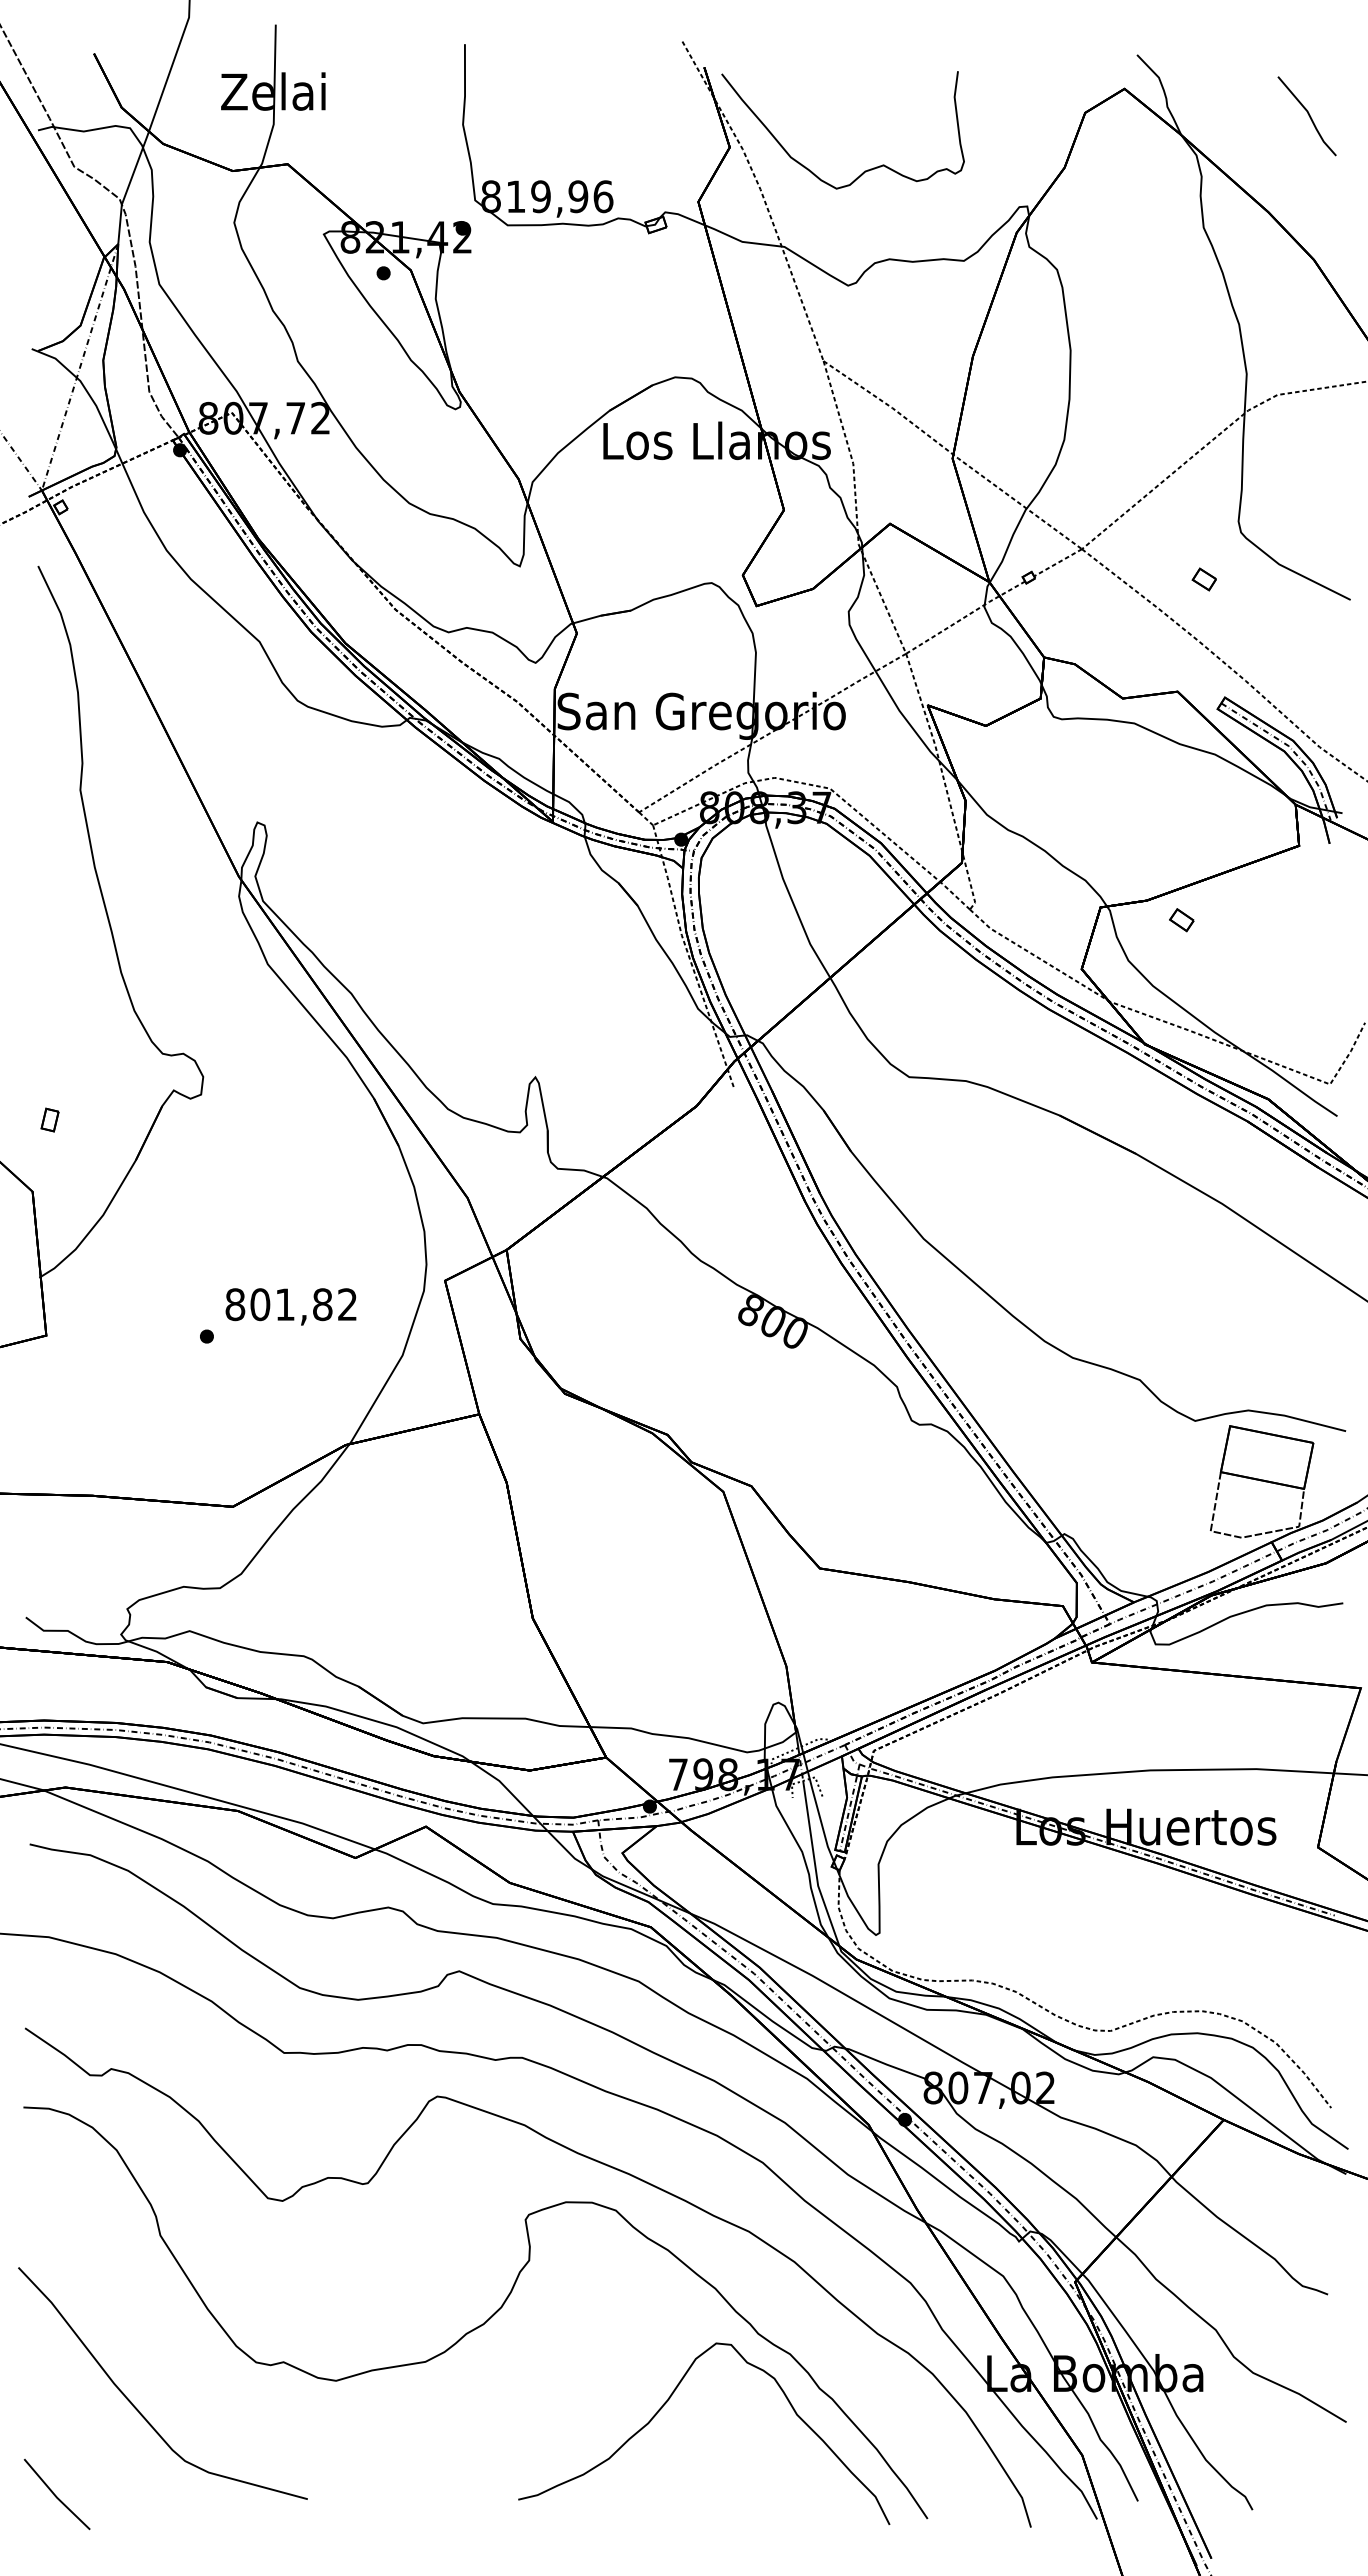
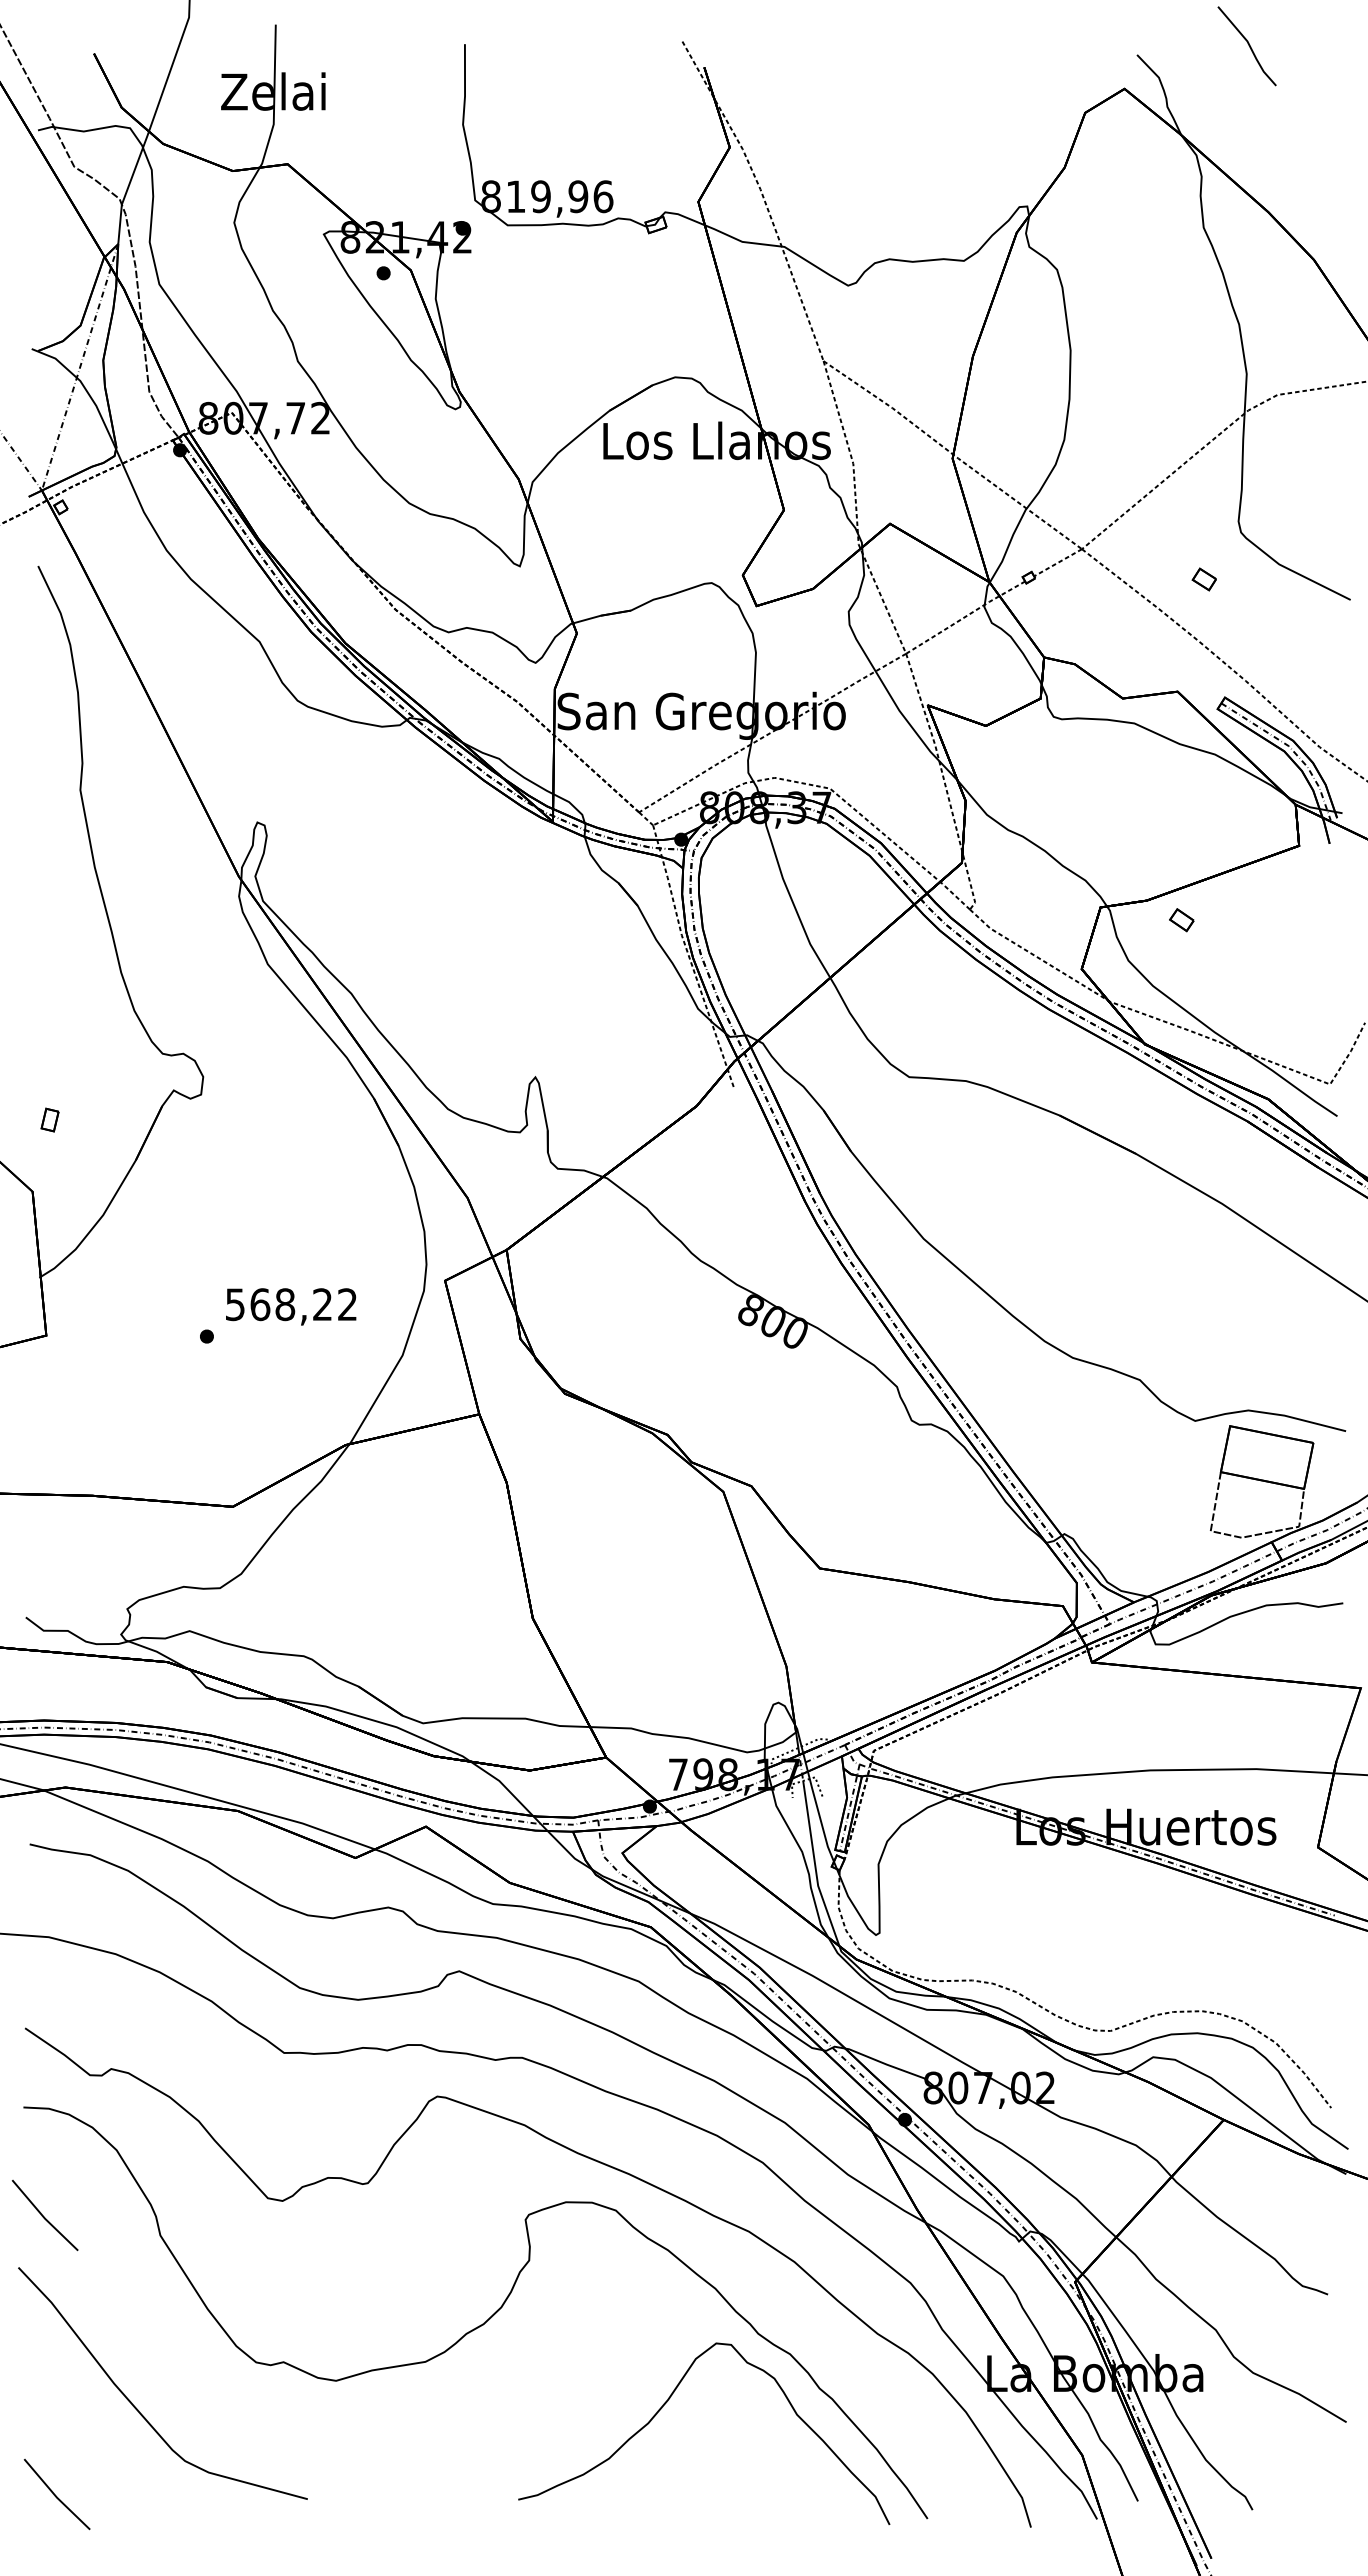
line at (1308, 115) position: (1308, 115) -> (1248, 45)
curve at (863, 171): present -> none
text at (278, 1304): 801,82 -> 568,22
line at (43, 2215): none -> present
